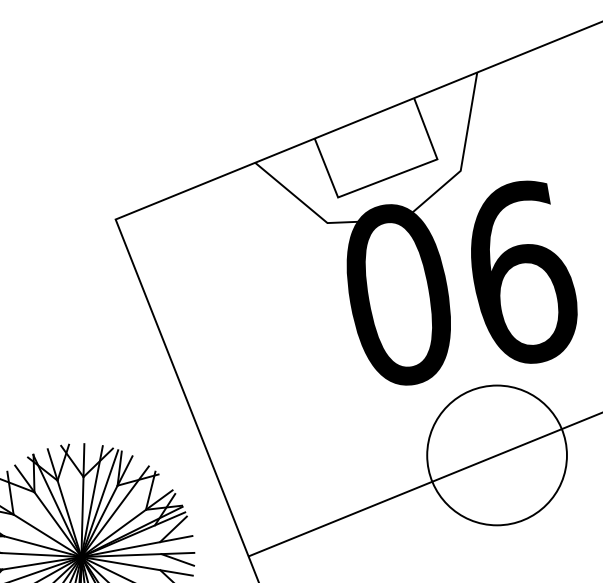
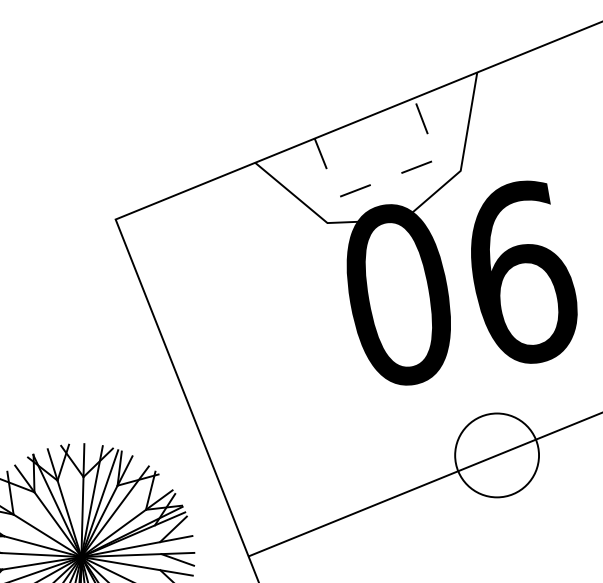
line at (389, 177): solid -> dashed
circle at (496, 455) diameter: 140 px -> 84 px
